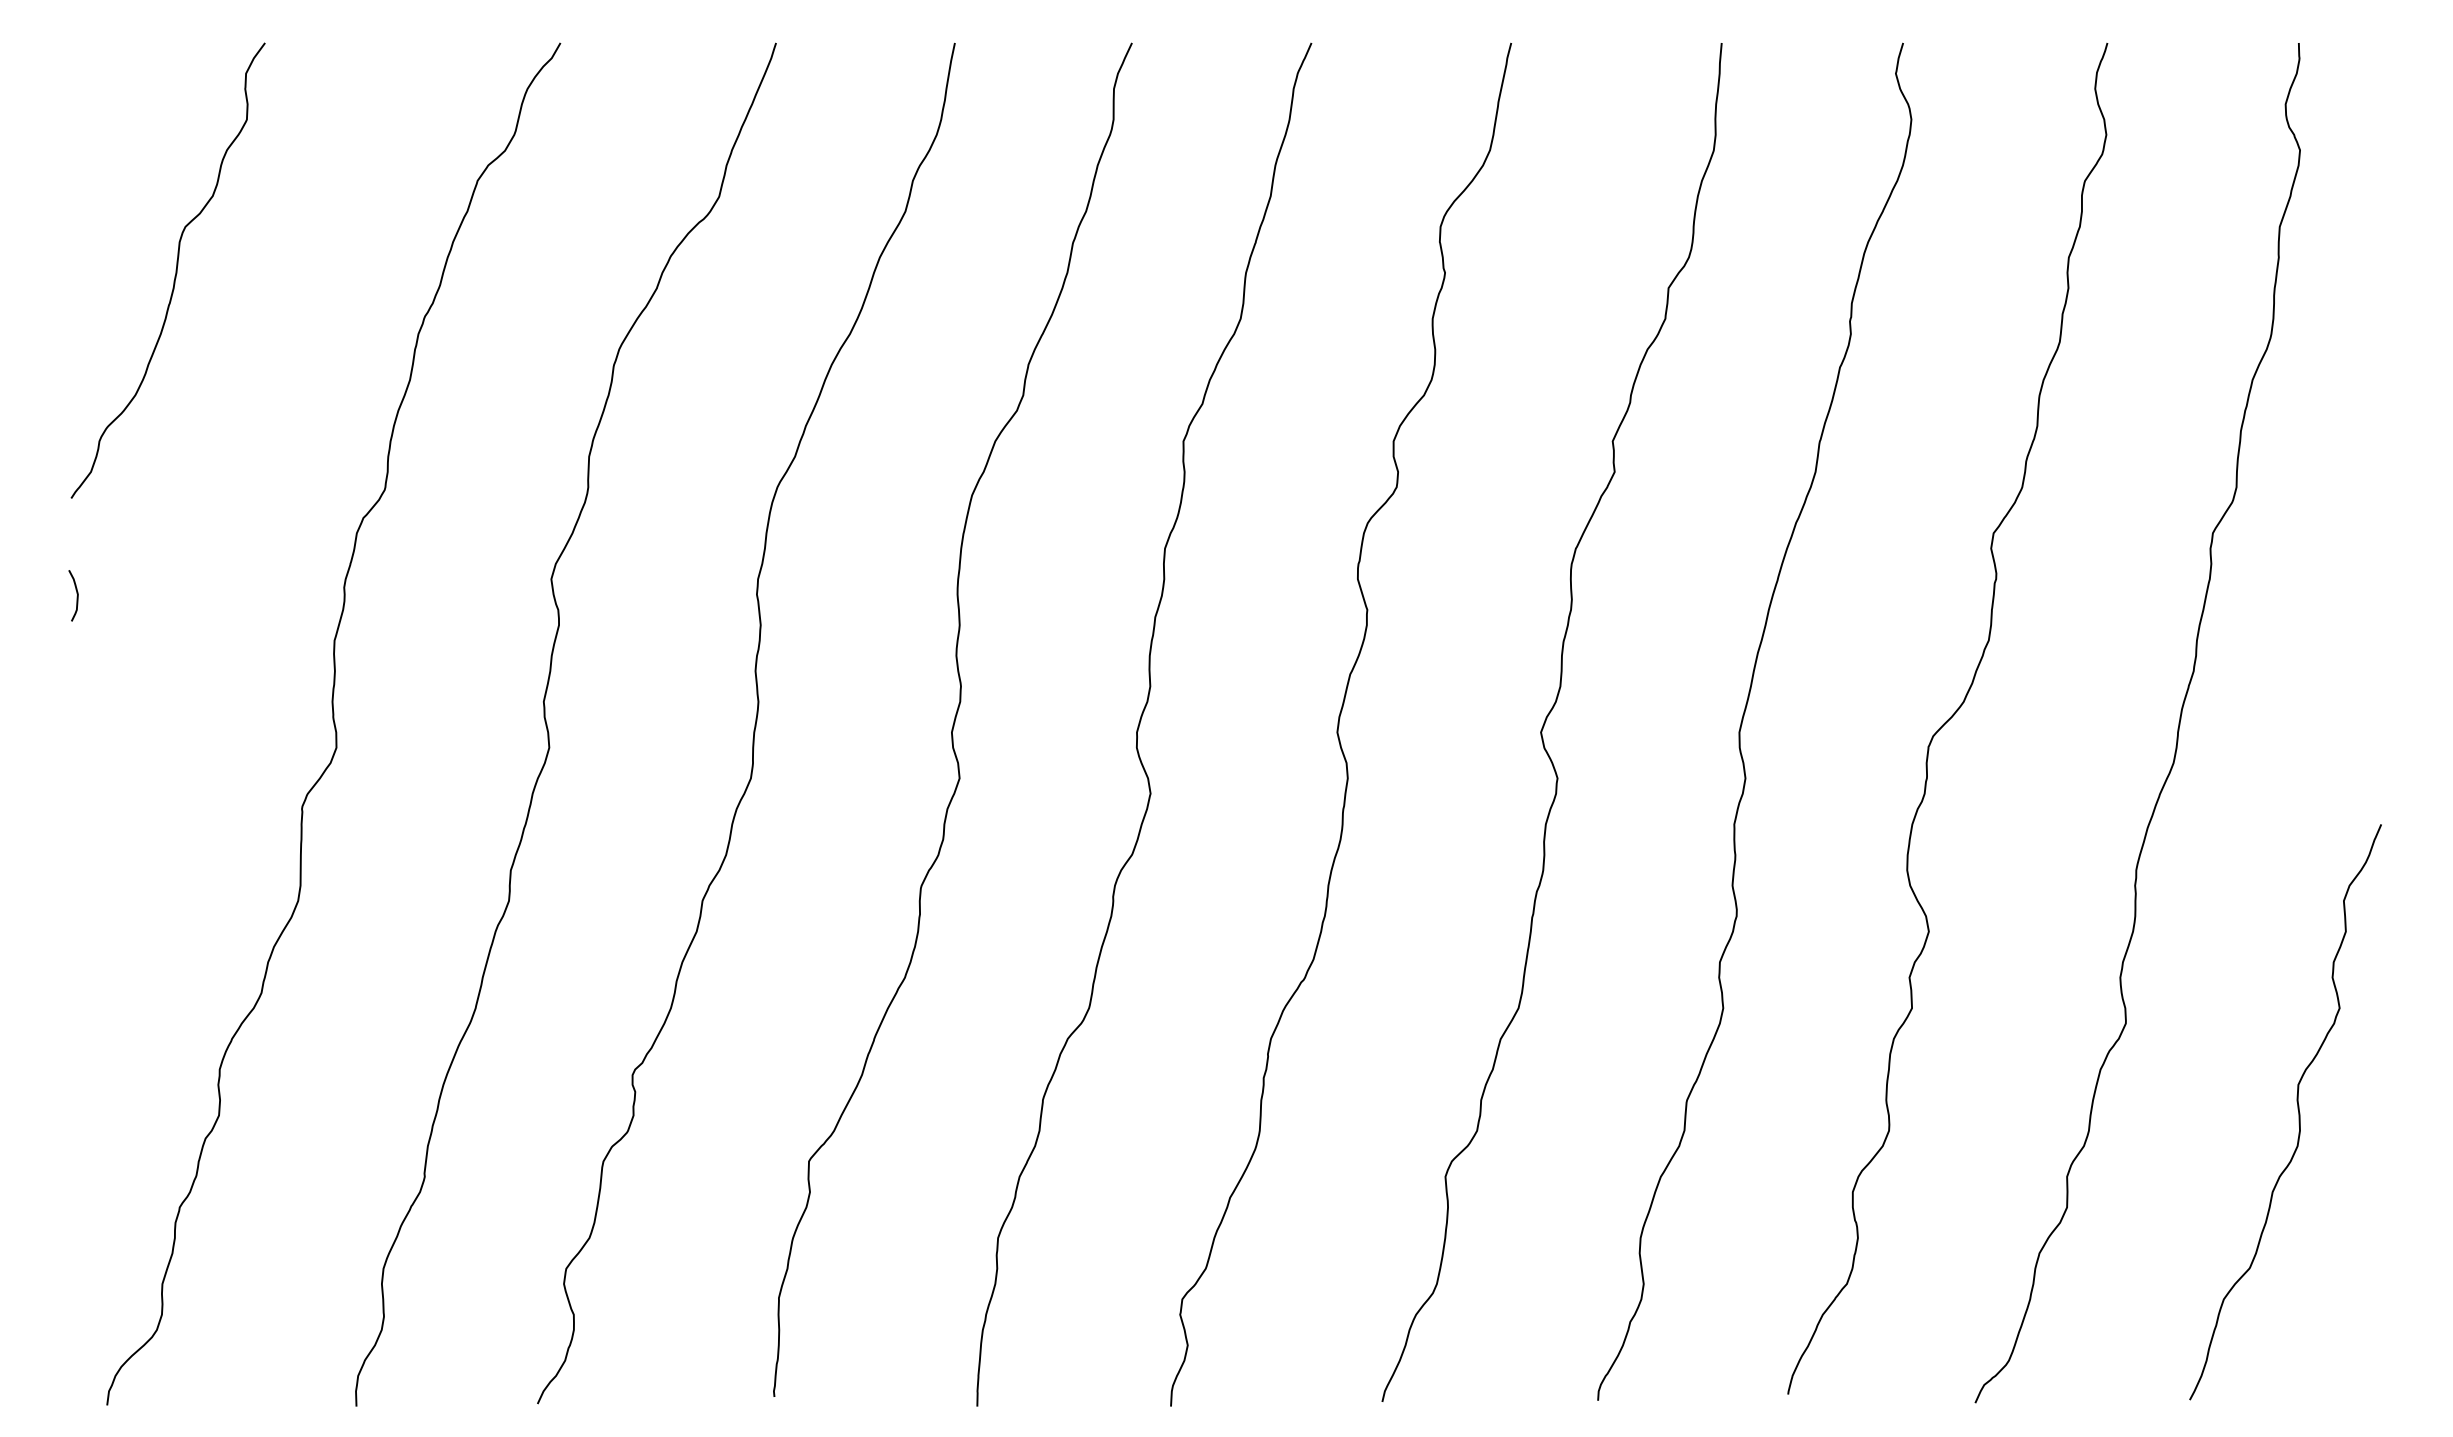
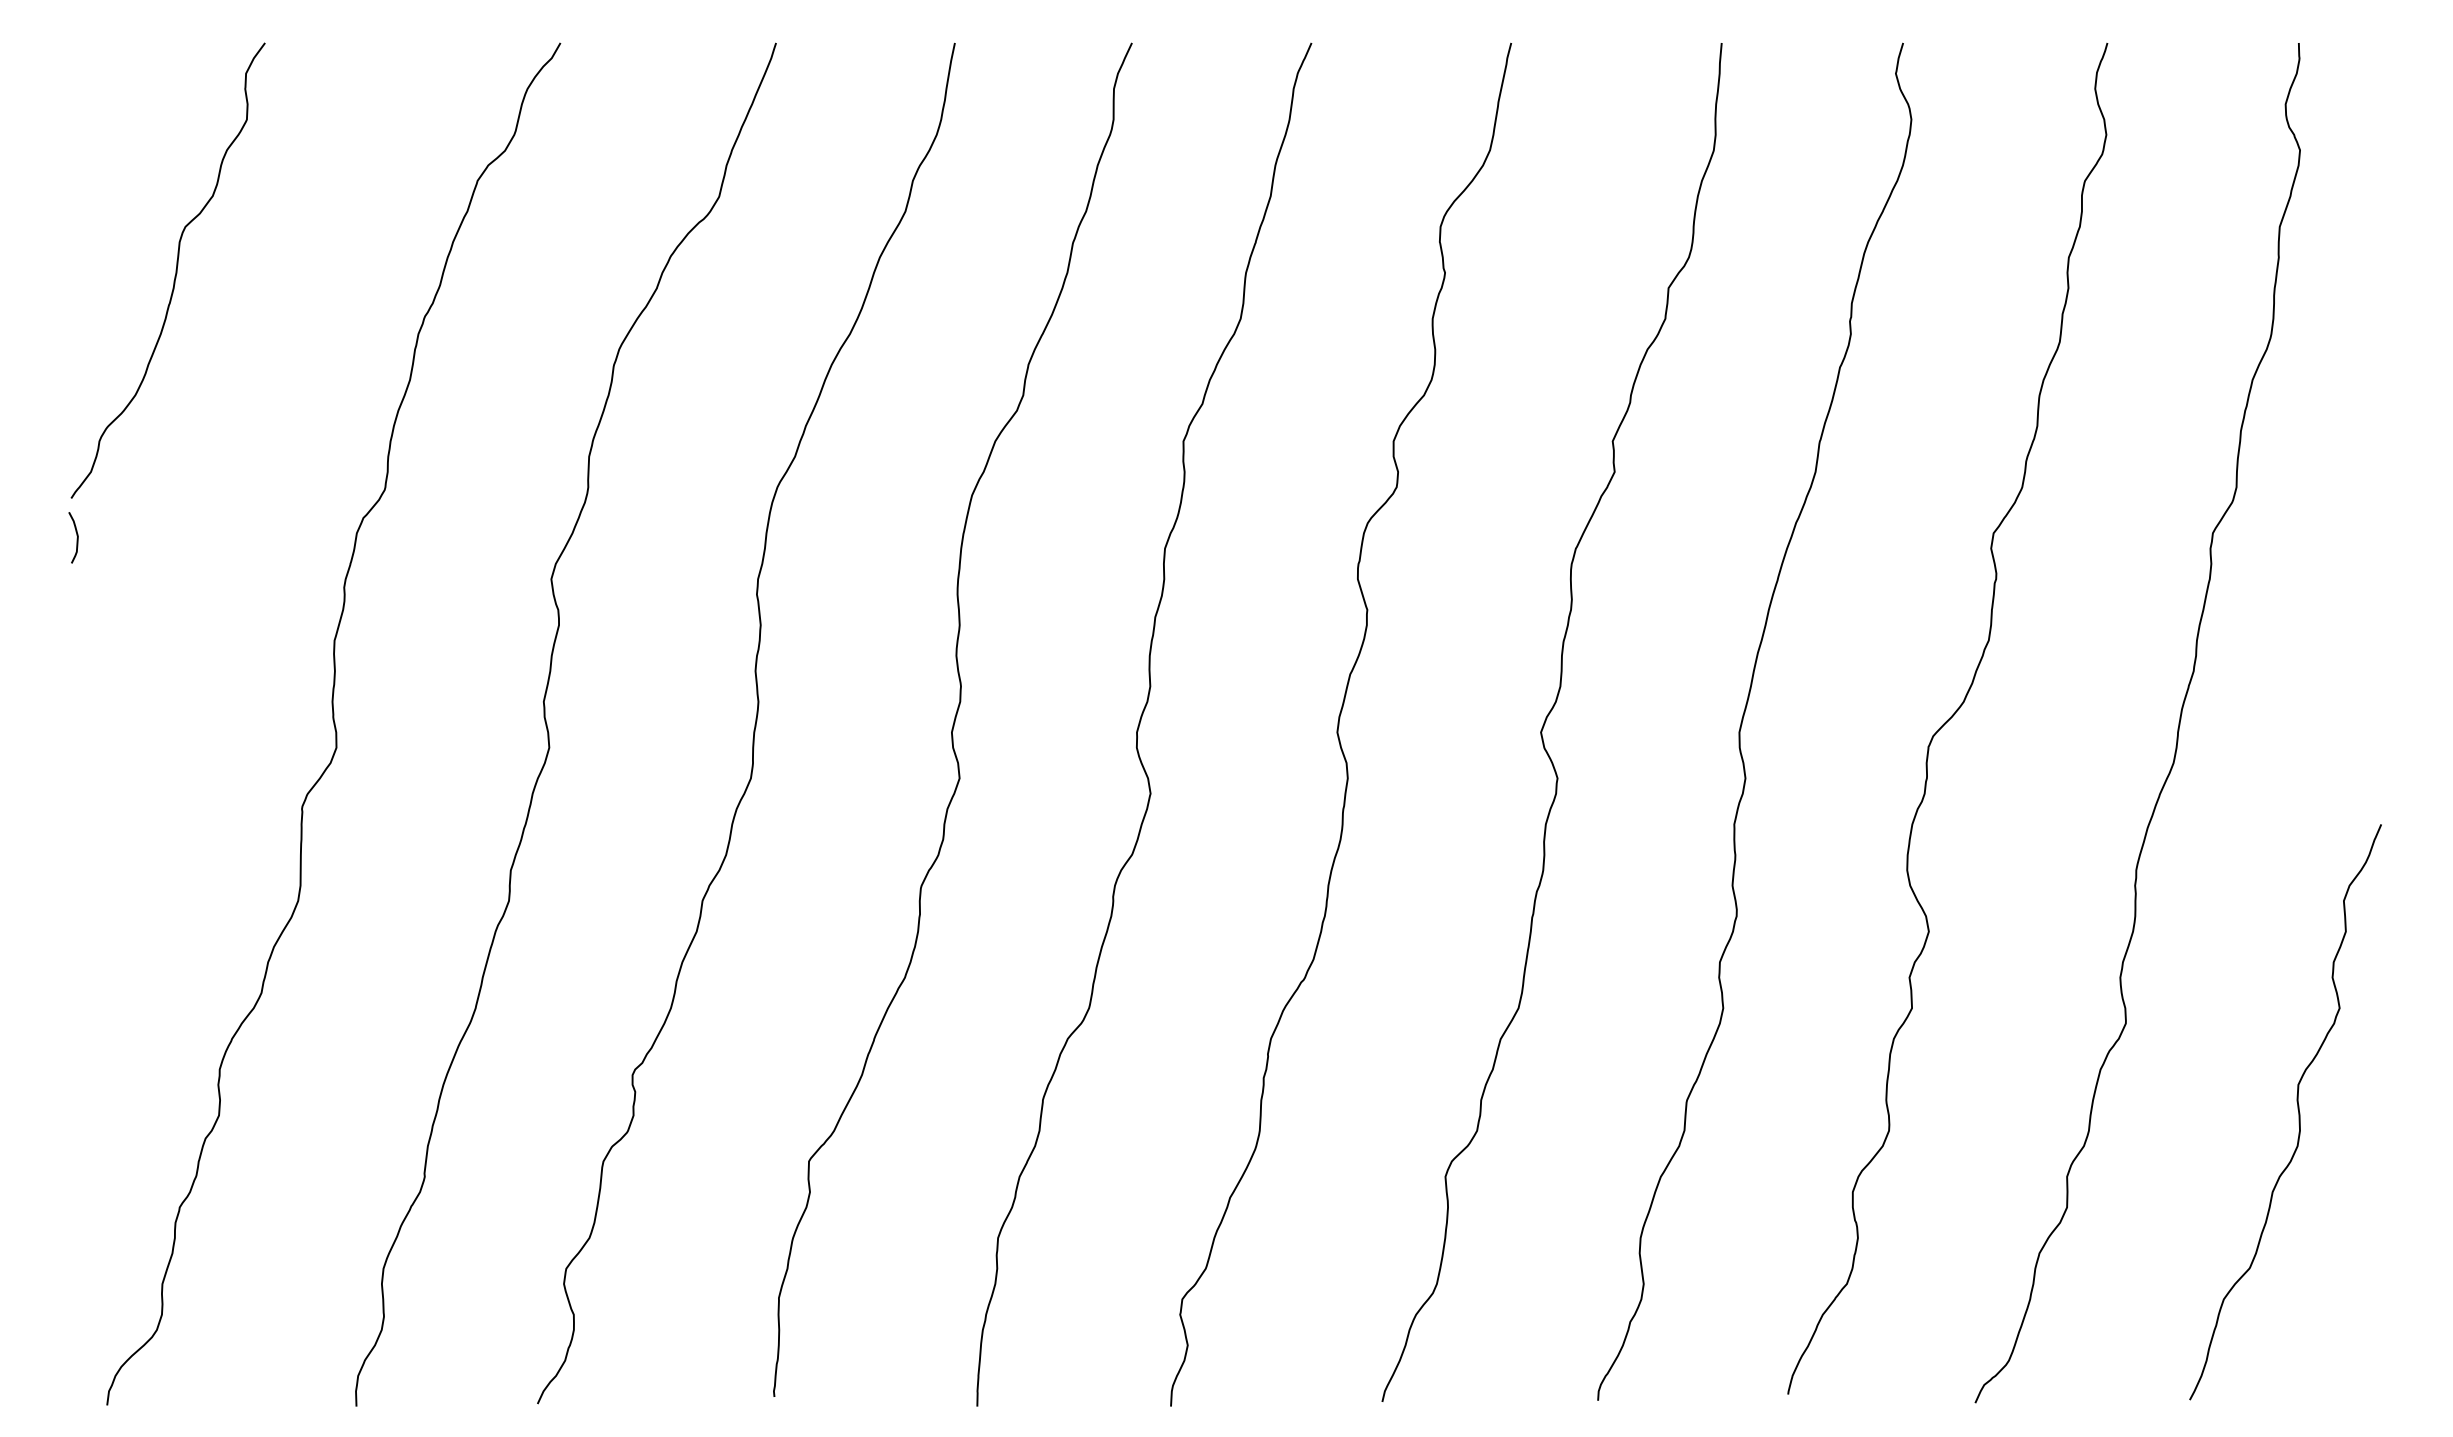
curve at (76, 596) position: (76, 596) -> (76, 538)
